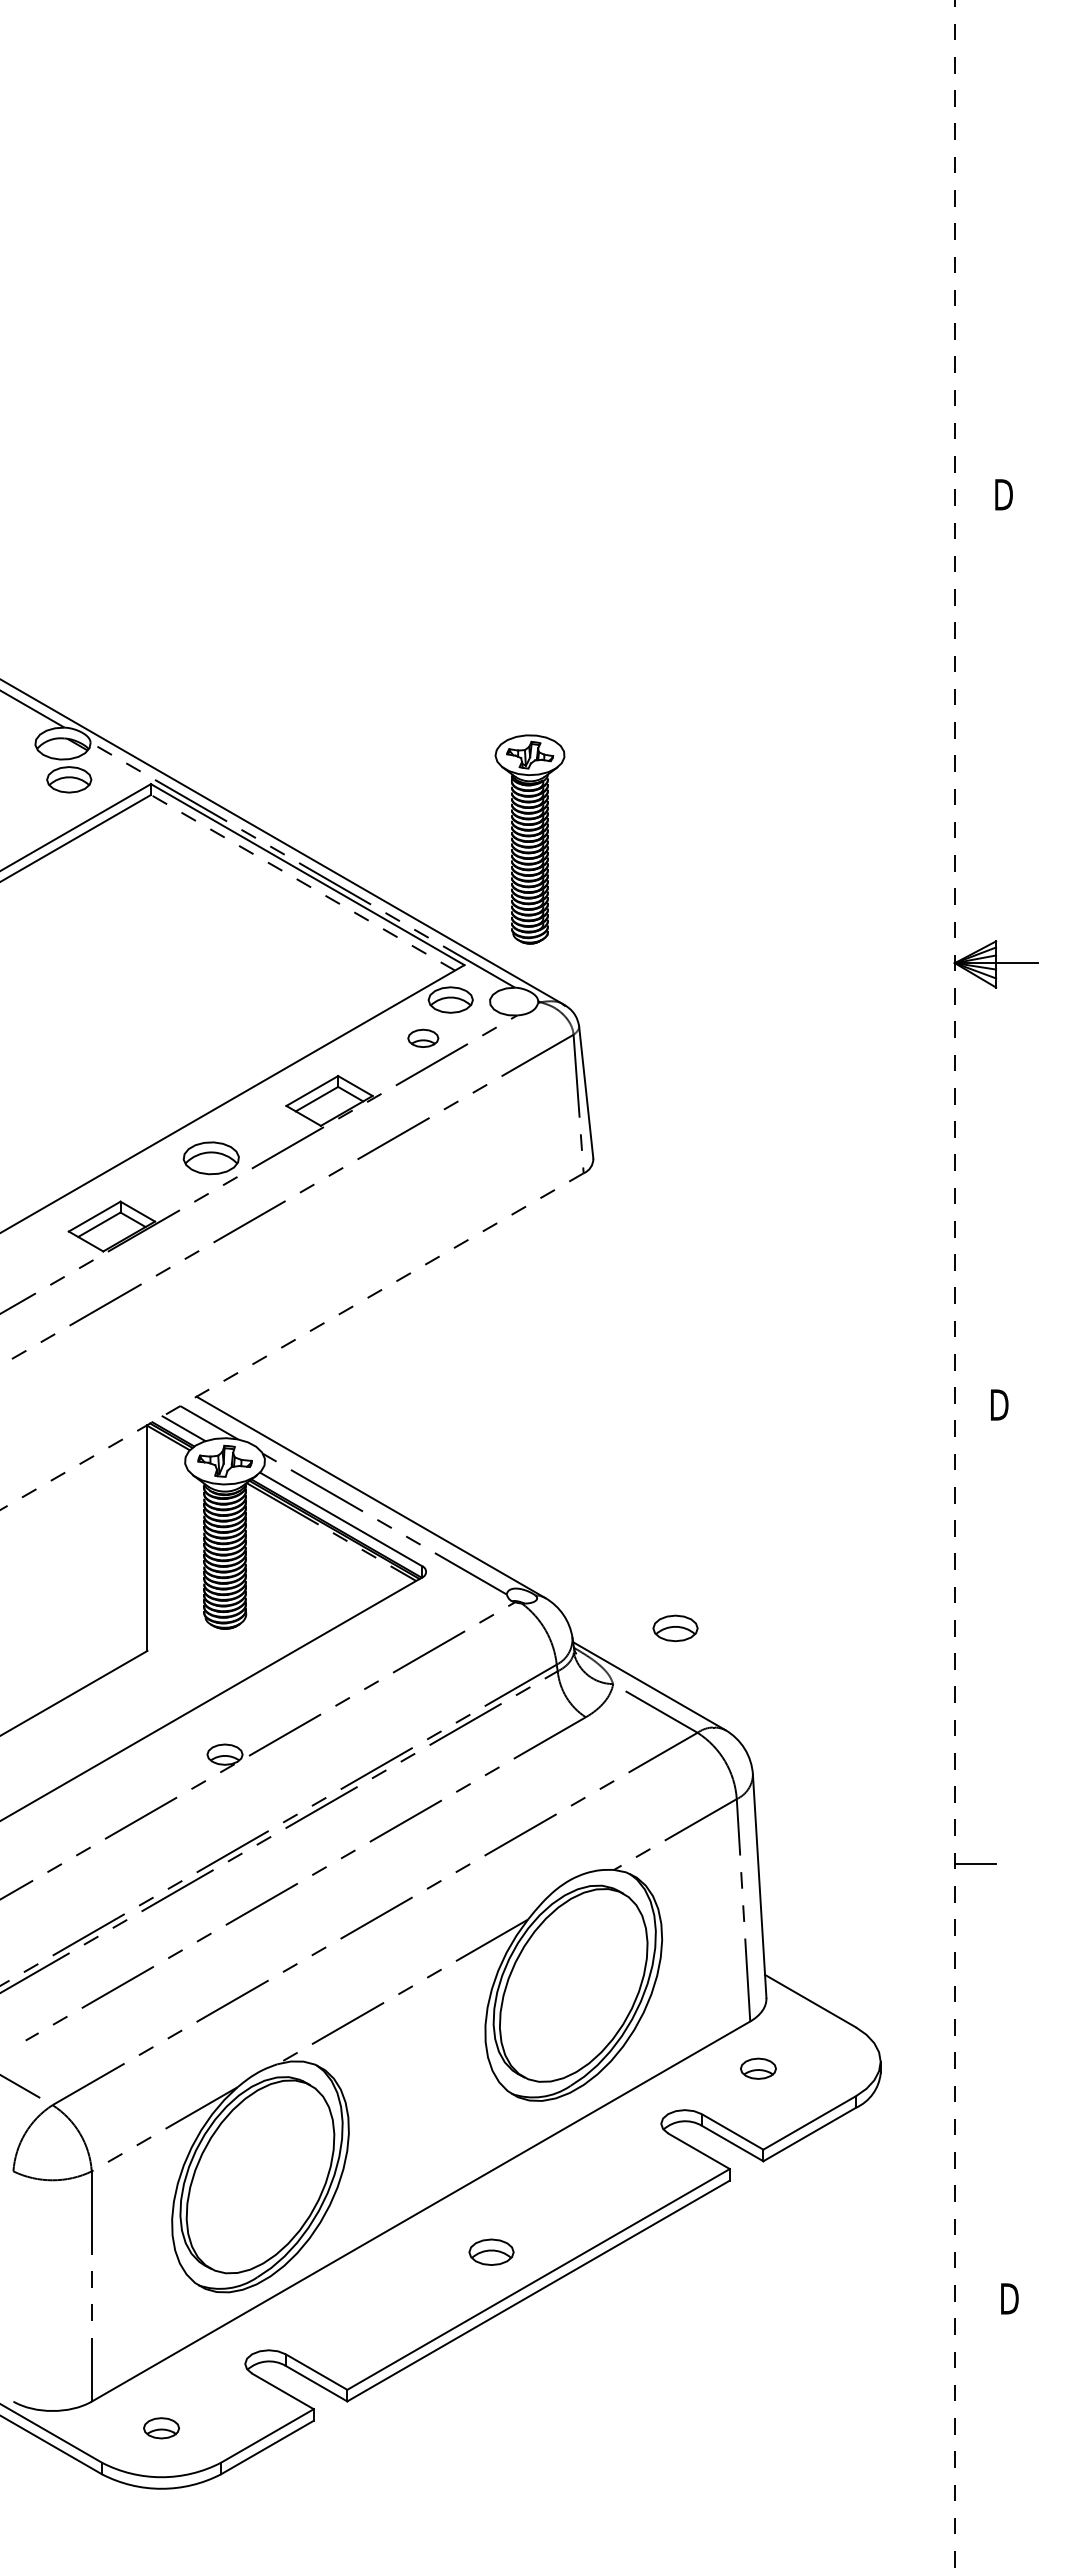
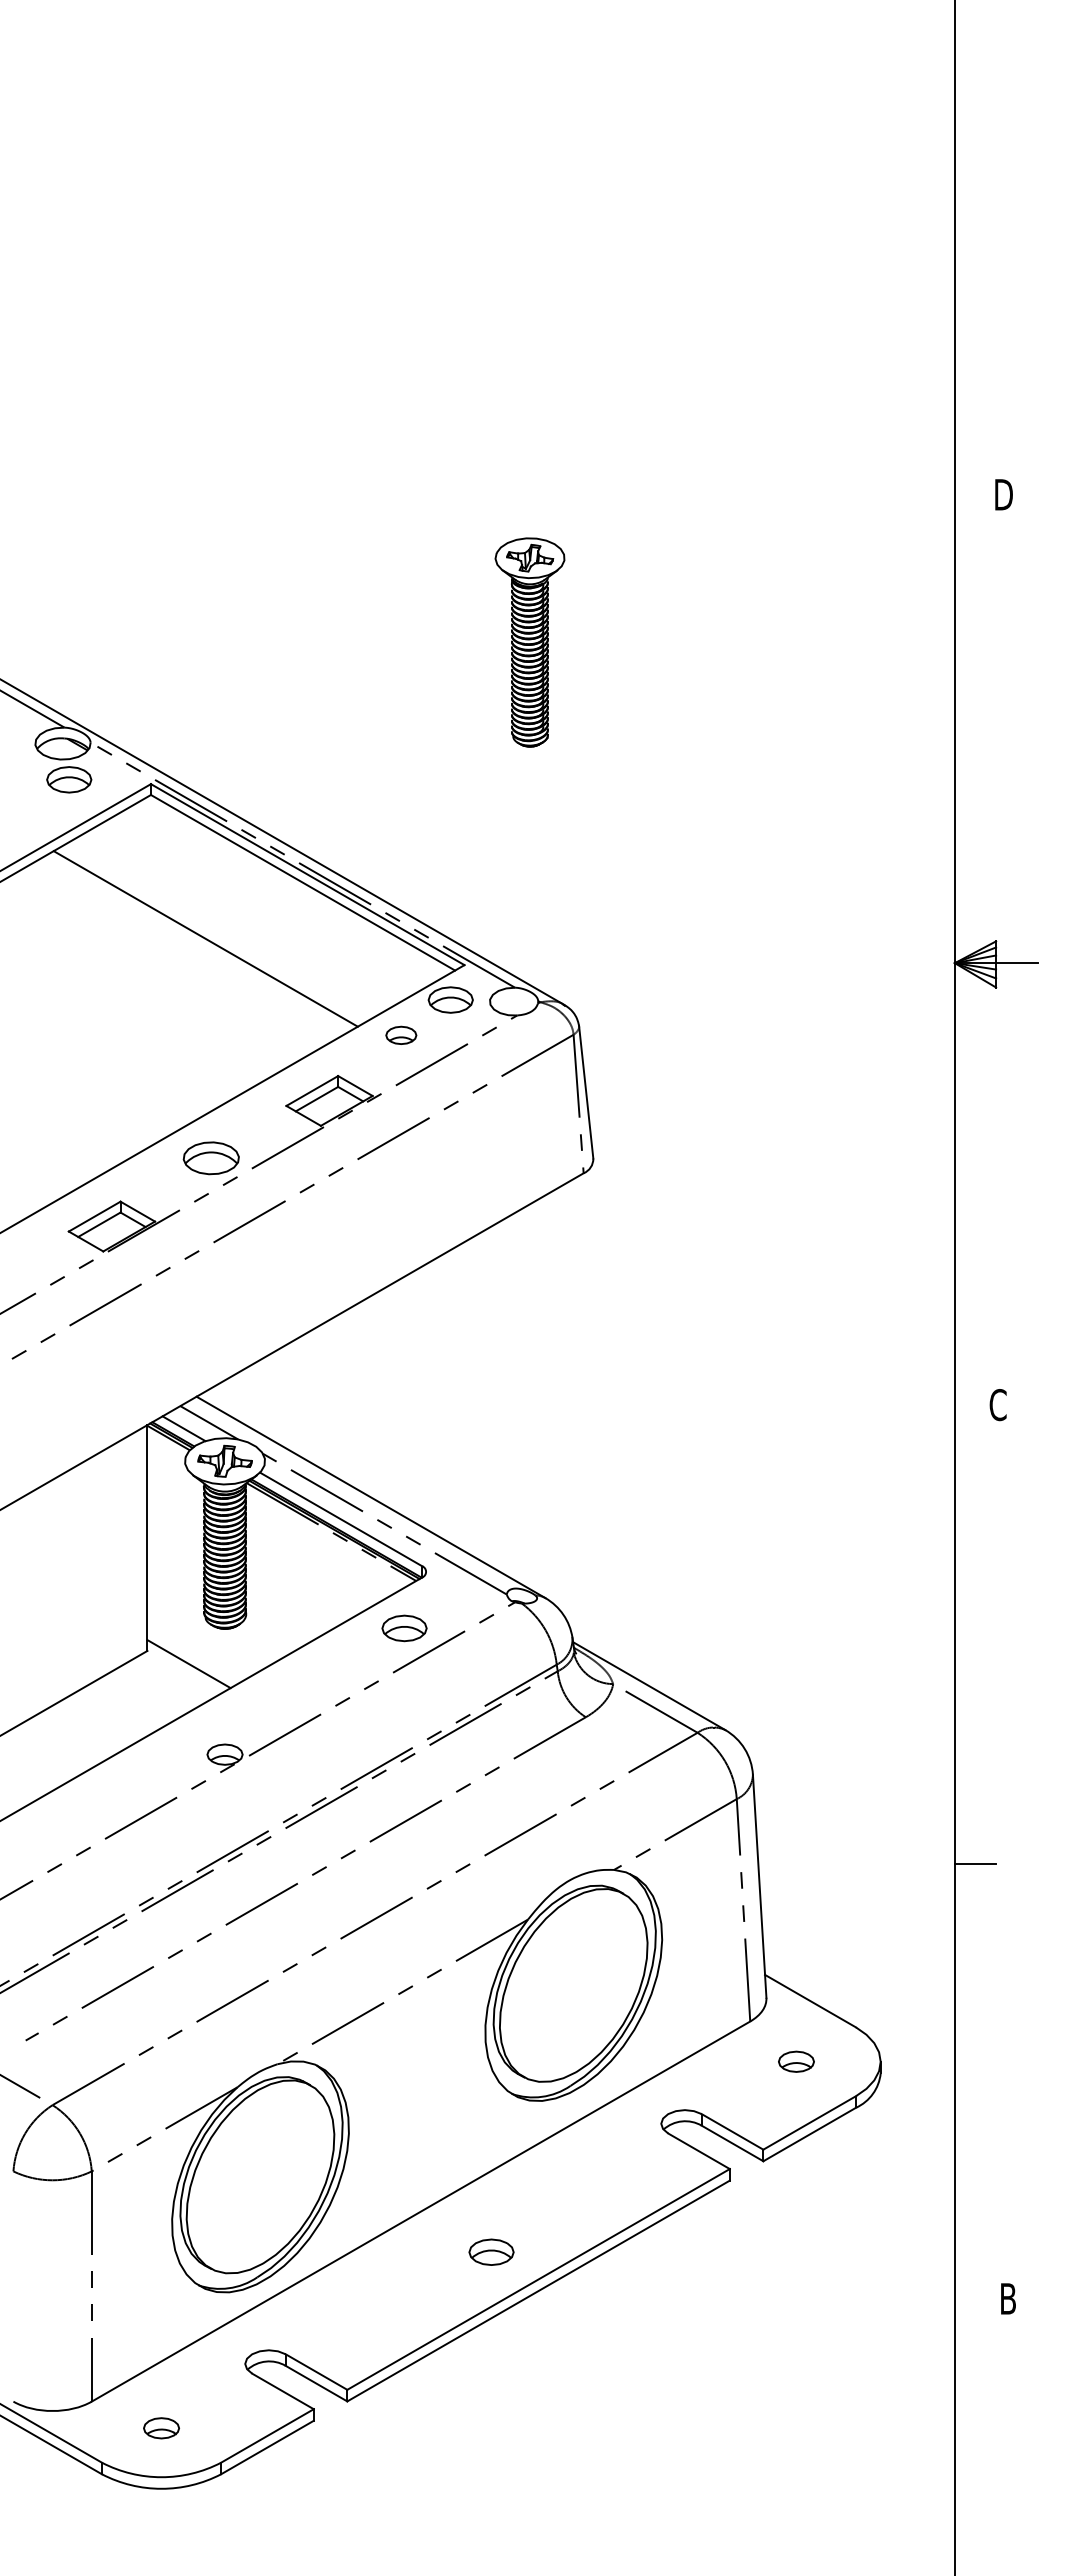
part at (529, 839) position: (529, 839) -> (529, 642)
line at (303, 882): dashed -> solid
line at (205, 938): none -> present
part at (423, 1037) position: (423, 1037) -> (401, 1034)
line at (954, 1287): dashed -> solid
line at (292, 1341): dashed -> solid
text at (998, 1405): D -> C
part at (675, 1628) position: (675, 1628) -> (404, 1628)
line at (188, 1664): none -> present
part at (758, 2068) position: (758, 2068) -> (796, 2061)
text at (1011, 2298): D -> B
